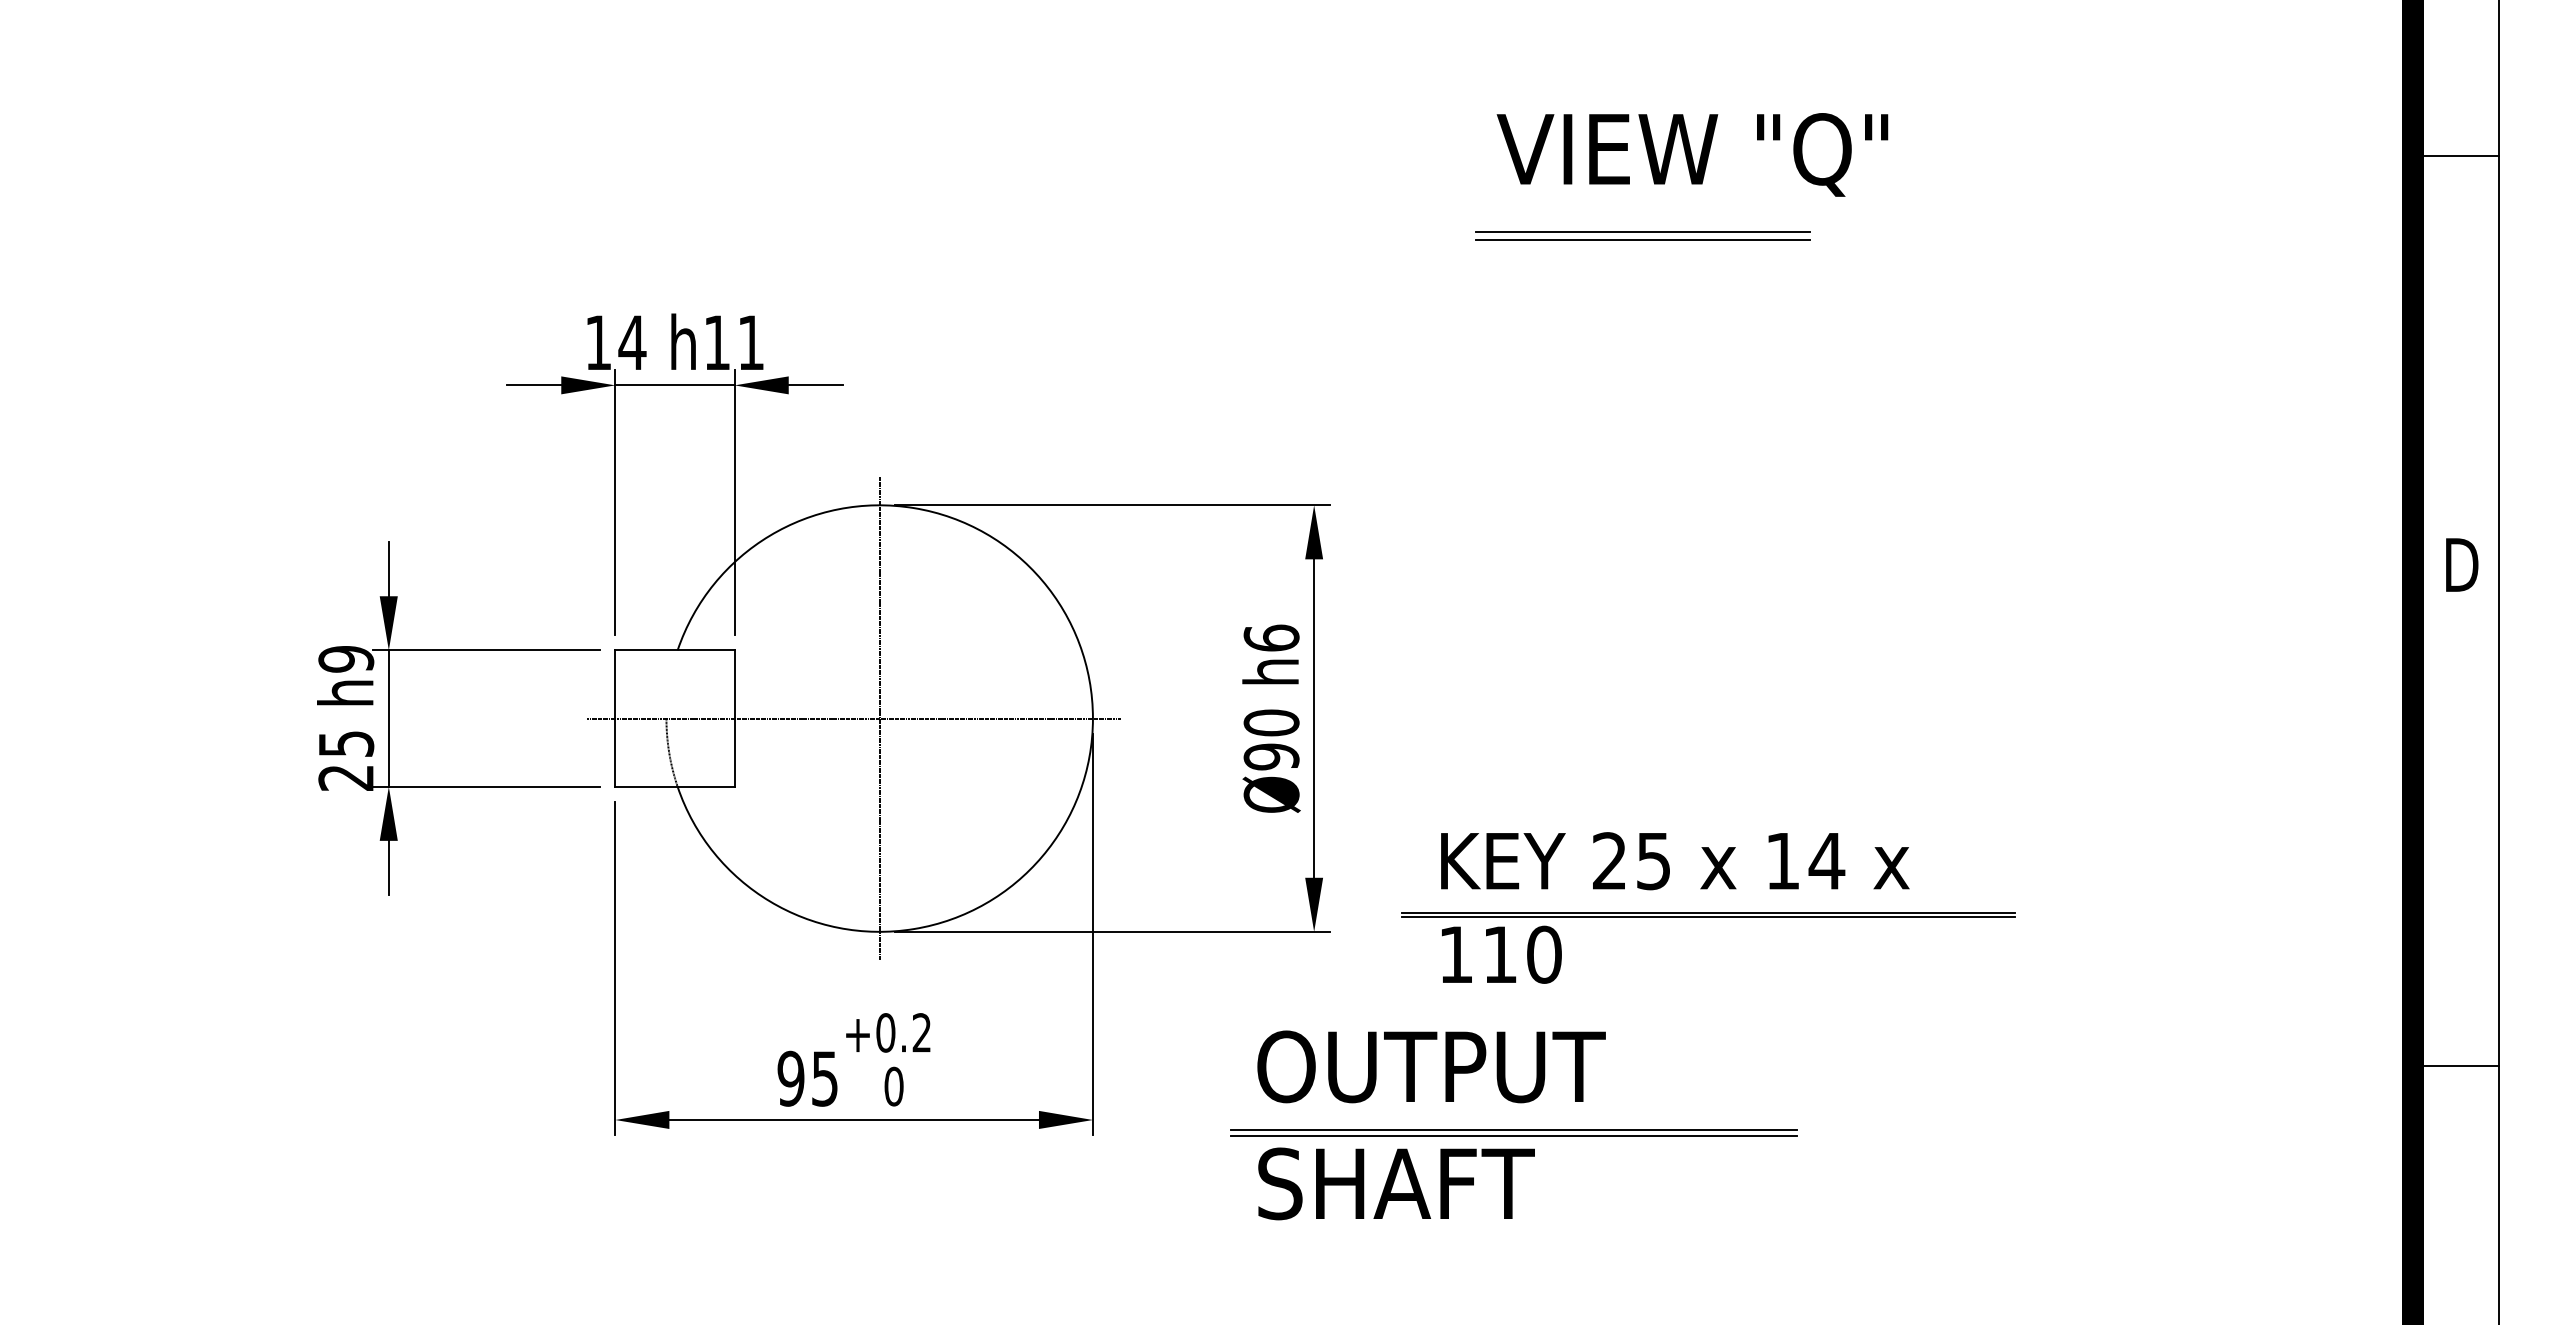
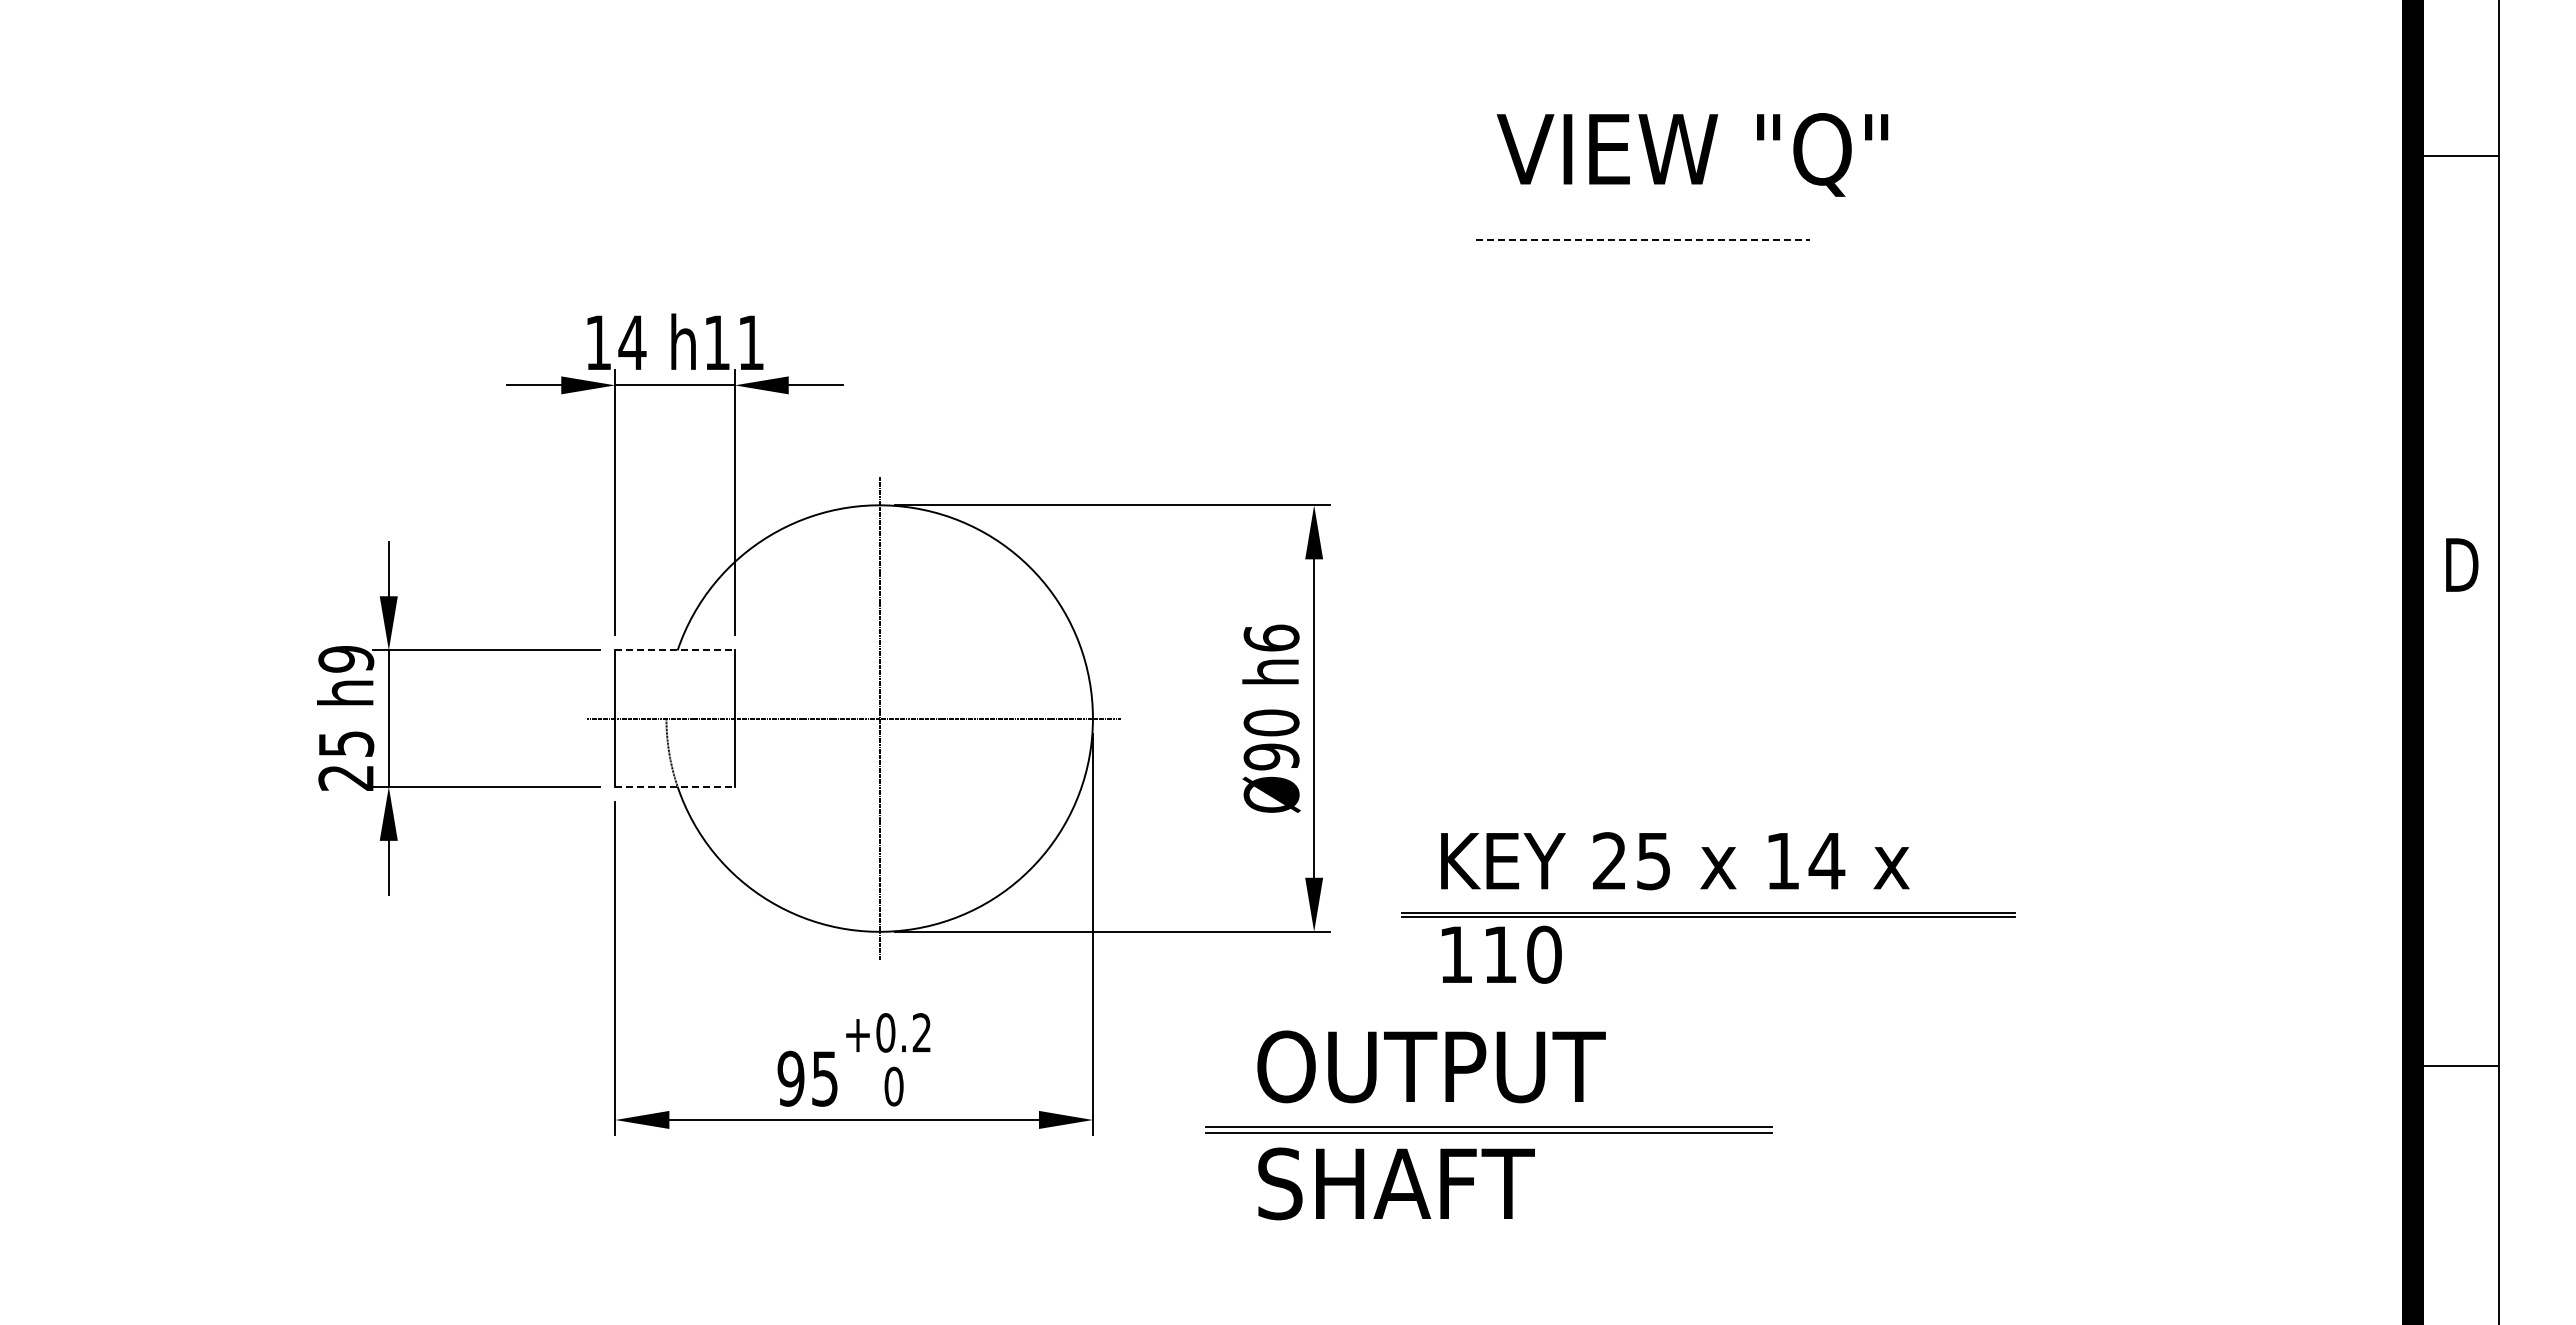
line at (1642, 232): present -> none
line at (1643, 240): solid -> dashed
line at (674, 650): solid -> dashed
line at (674, 786): solid -> dashed
part at (1513, 1132) position: (1513, 1132) -> (1488, 1129)
